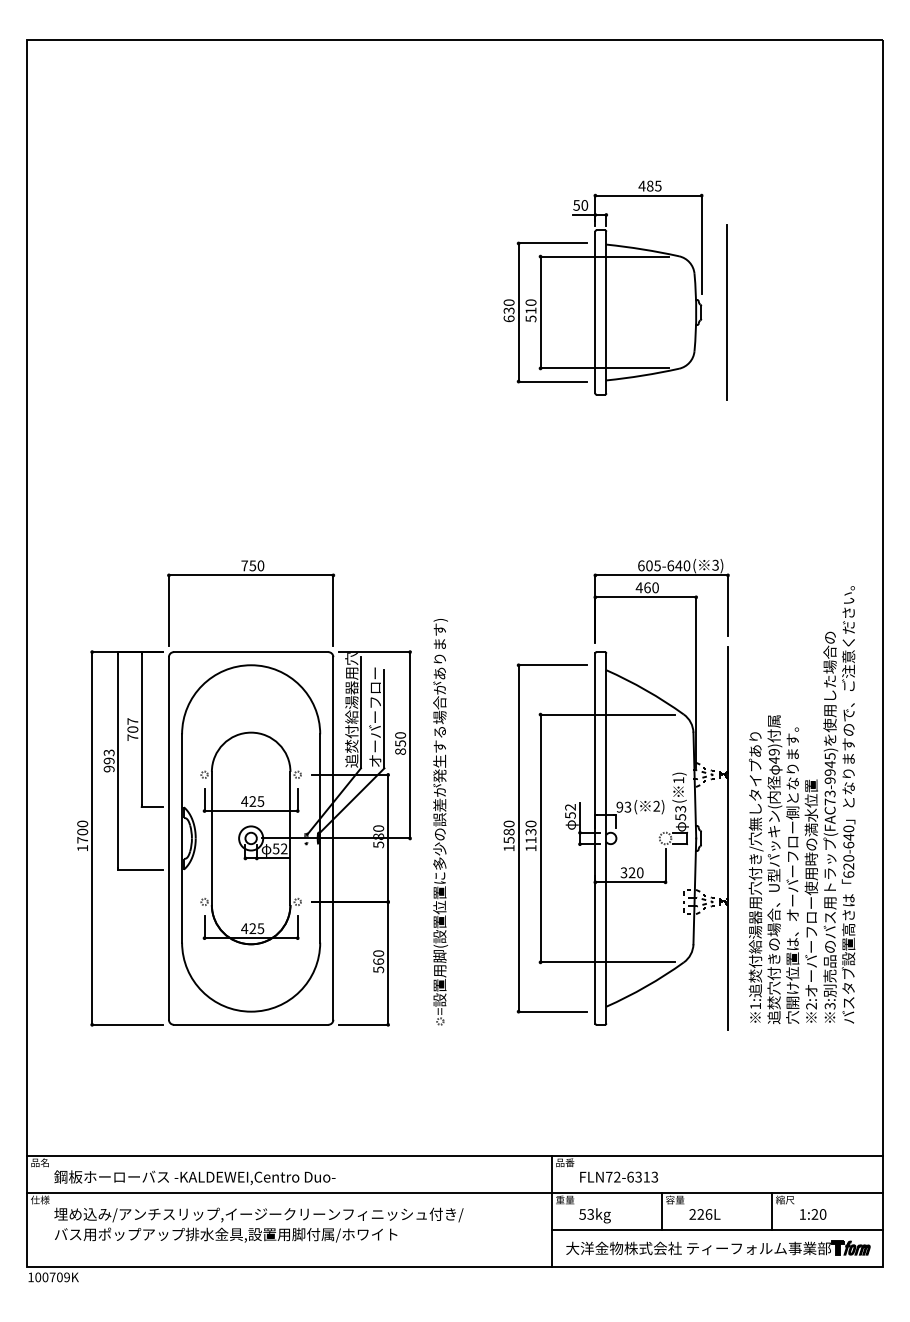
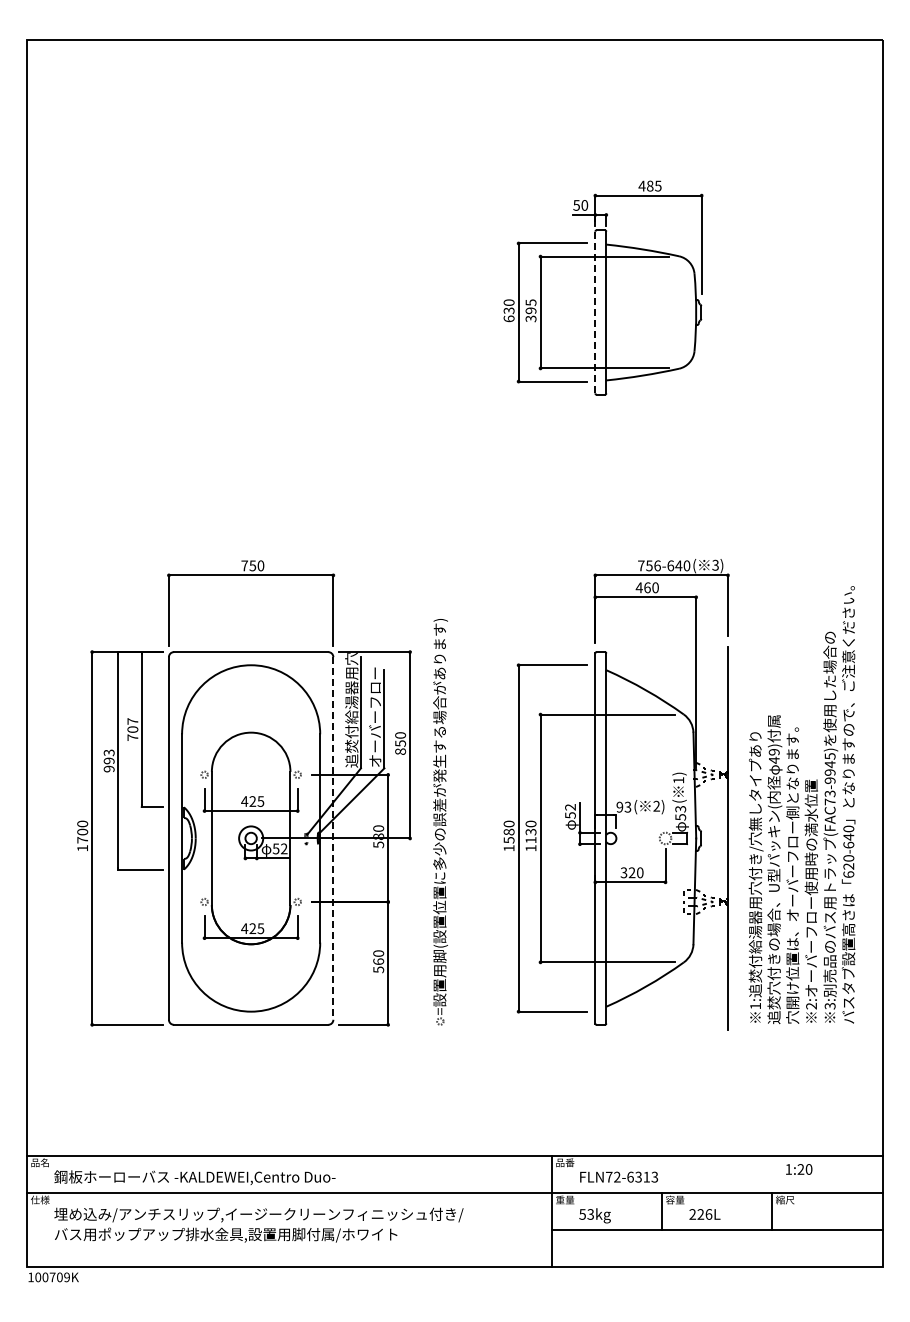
text at (530, 310): 510 -> 395
line at (595, 312): solid -> dashed
line at (726, 312): present -> none
text at (649, 565): 605-640 -> 756-640
line at (333, 838): solid -> dashed
text at (813, 1214) position: (813, 1214) -> (799, 1169)
part at (718, 1247): present -> none
